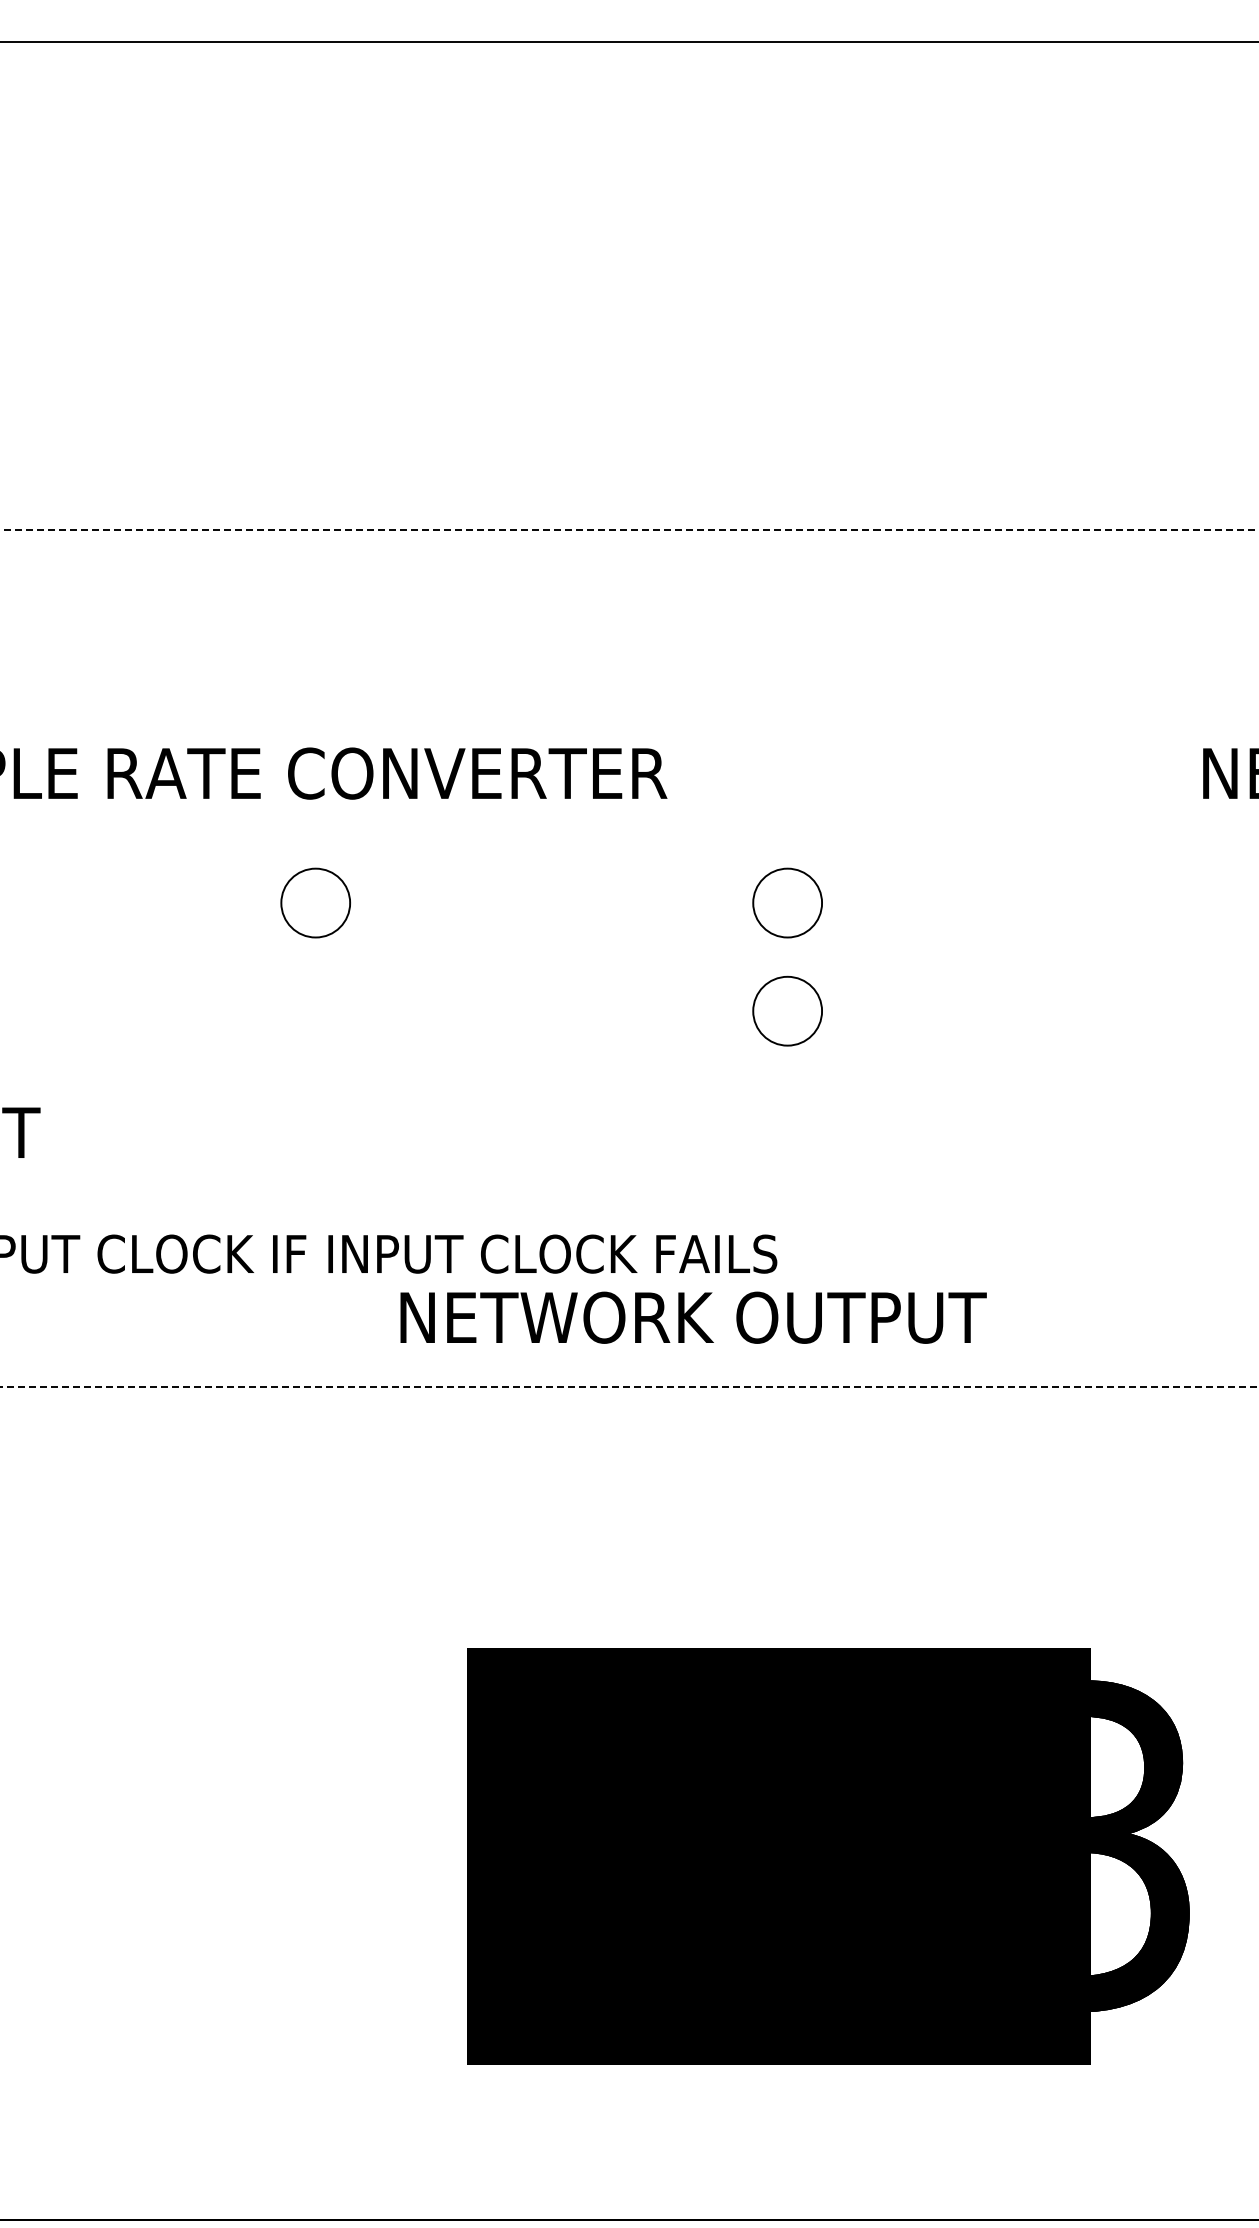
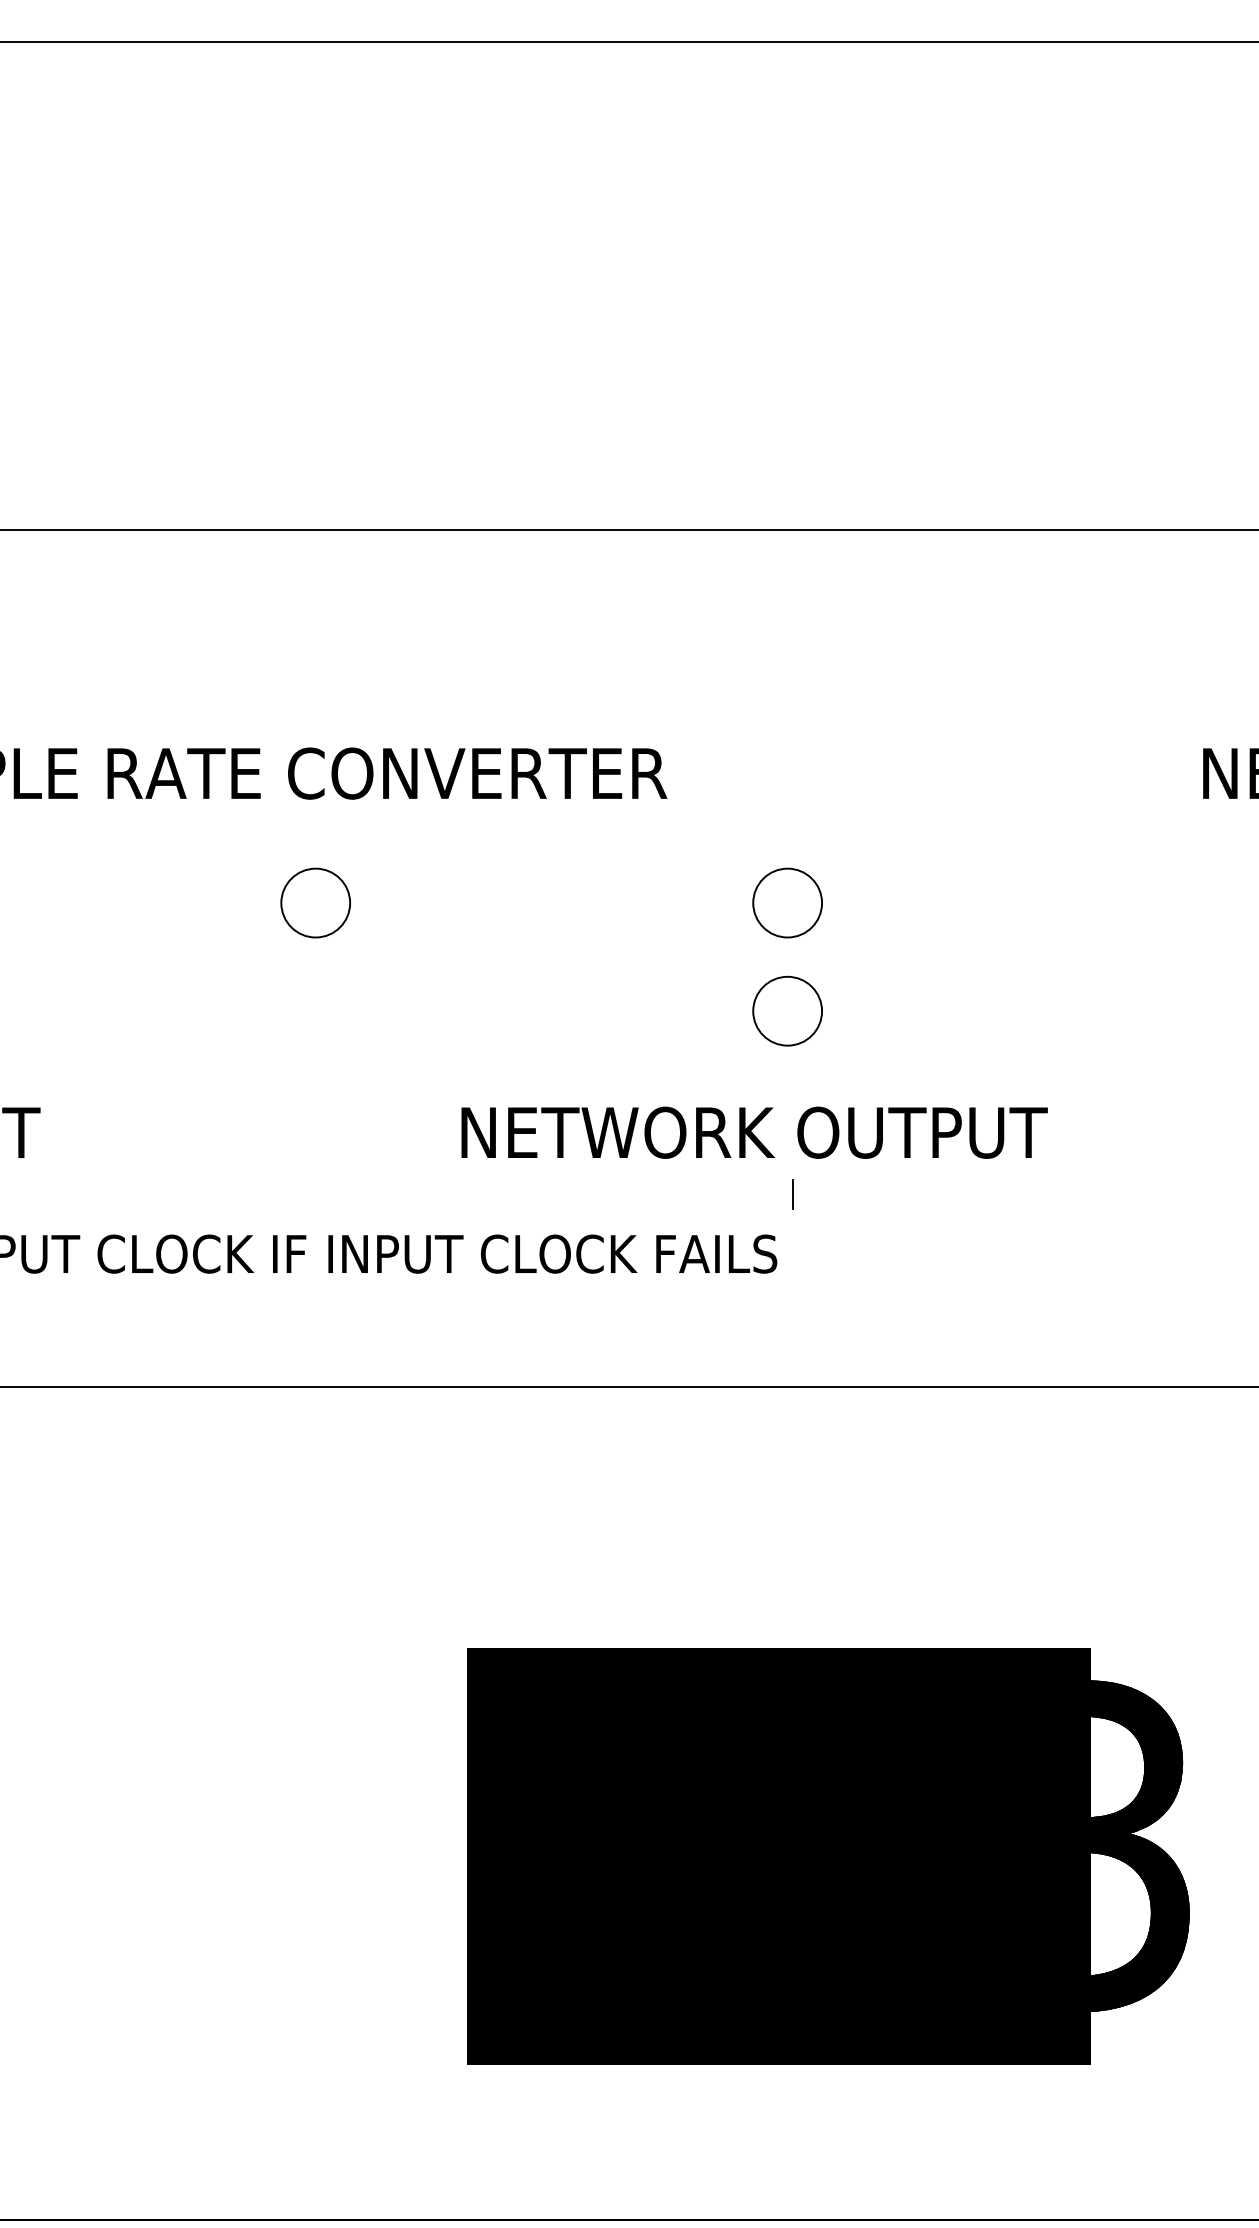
line at (629, 529): dashed -> solid
line at (792, 1194): none -> present
text at (693, 1317) position: (693, 1317) -> (754, 1132)
line at (628, 1386): dashed -> solid
